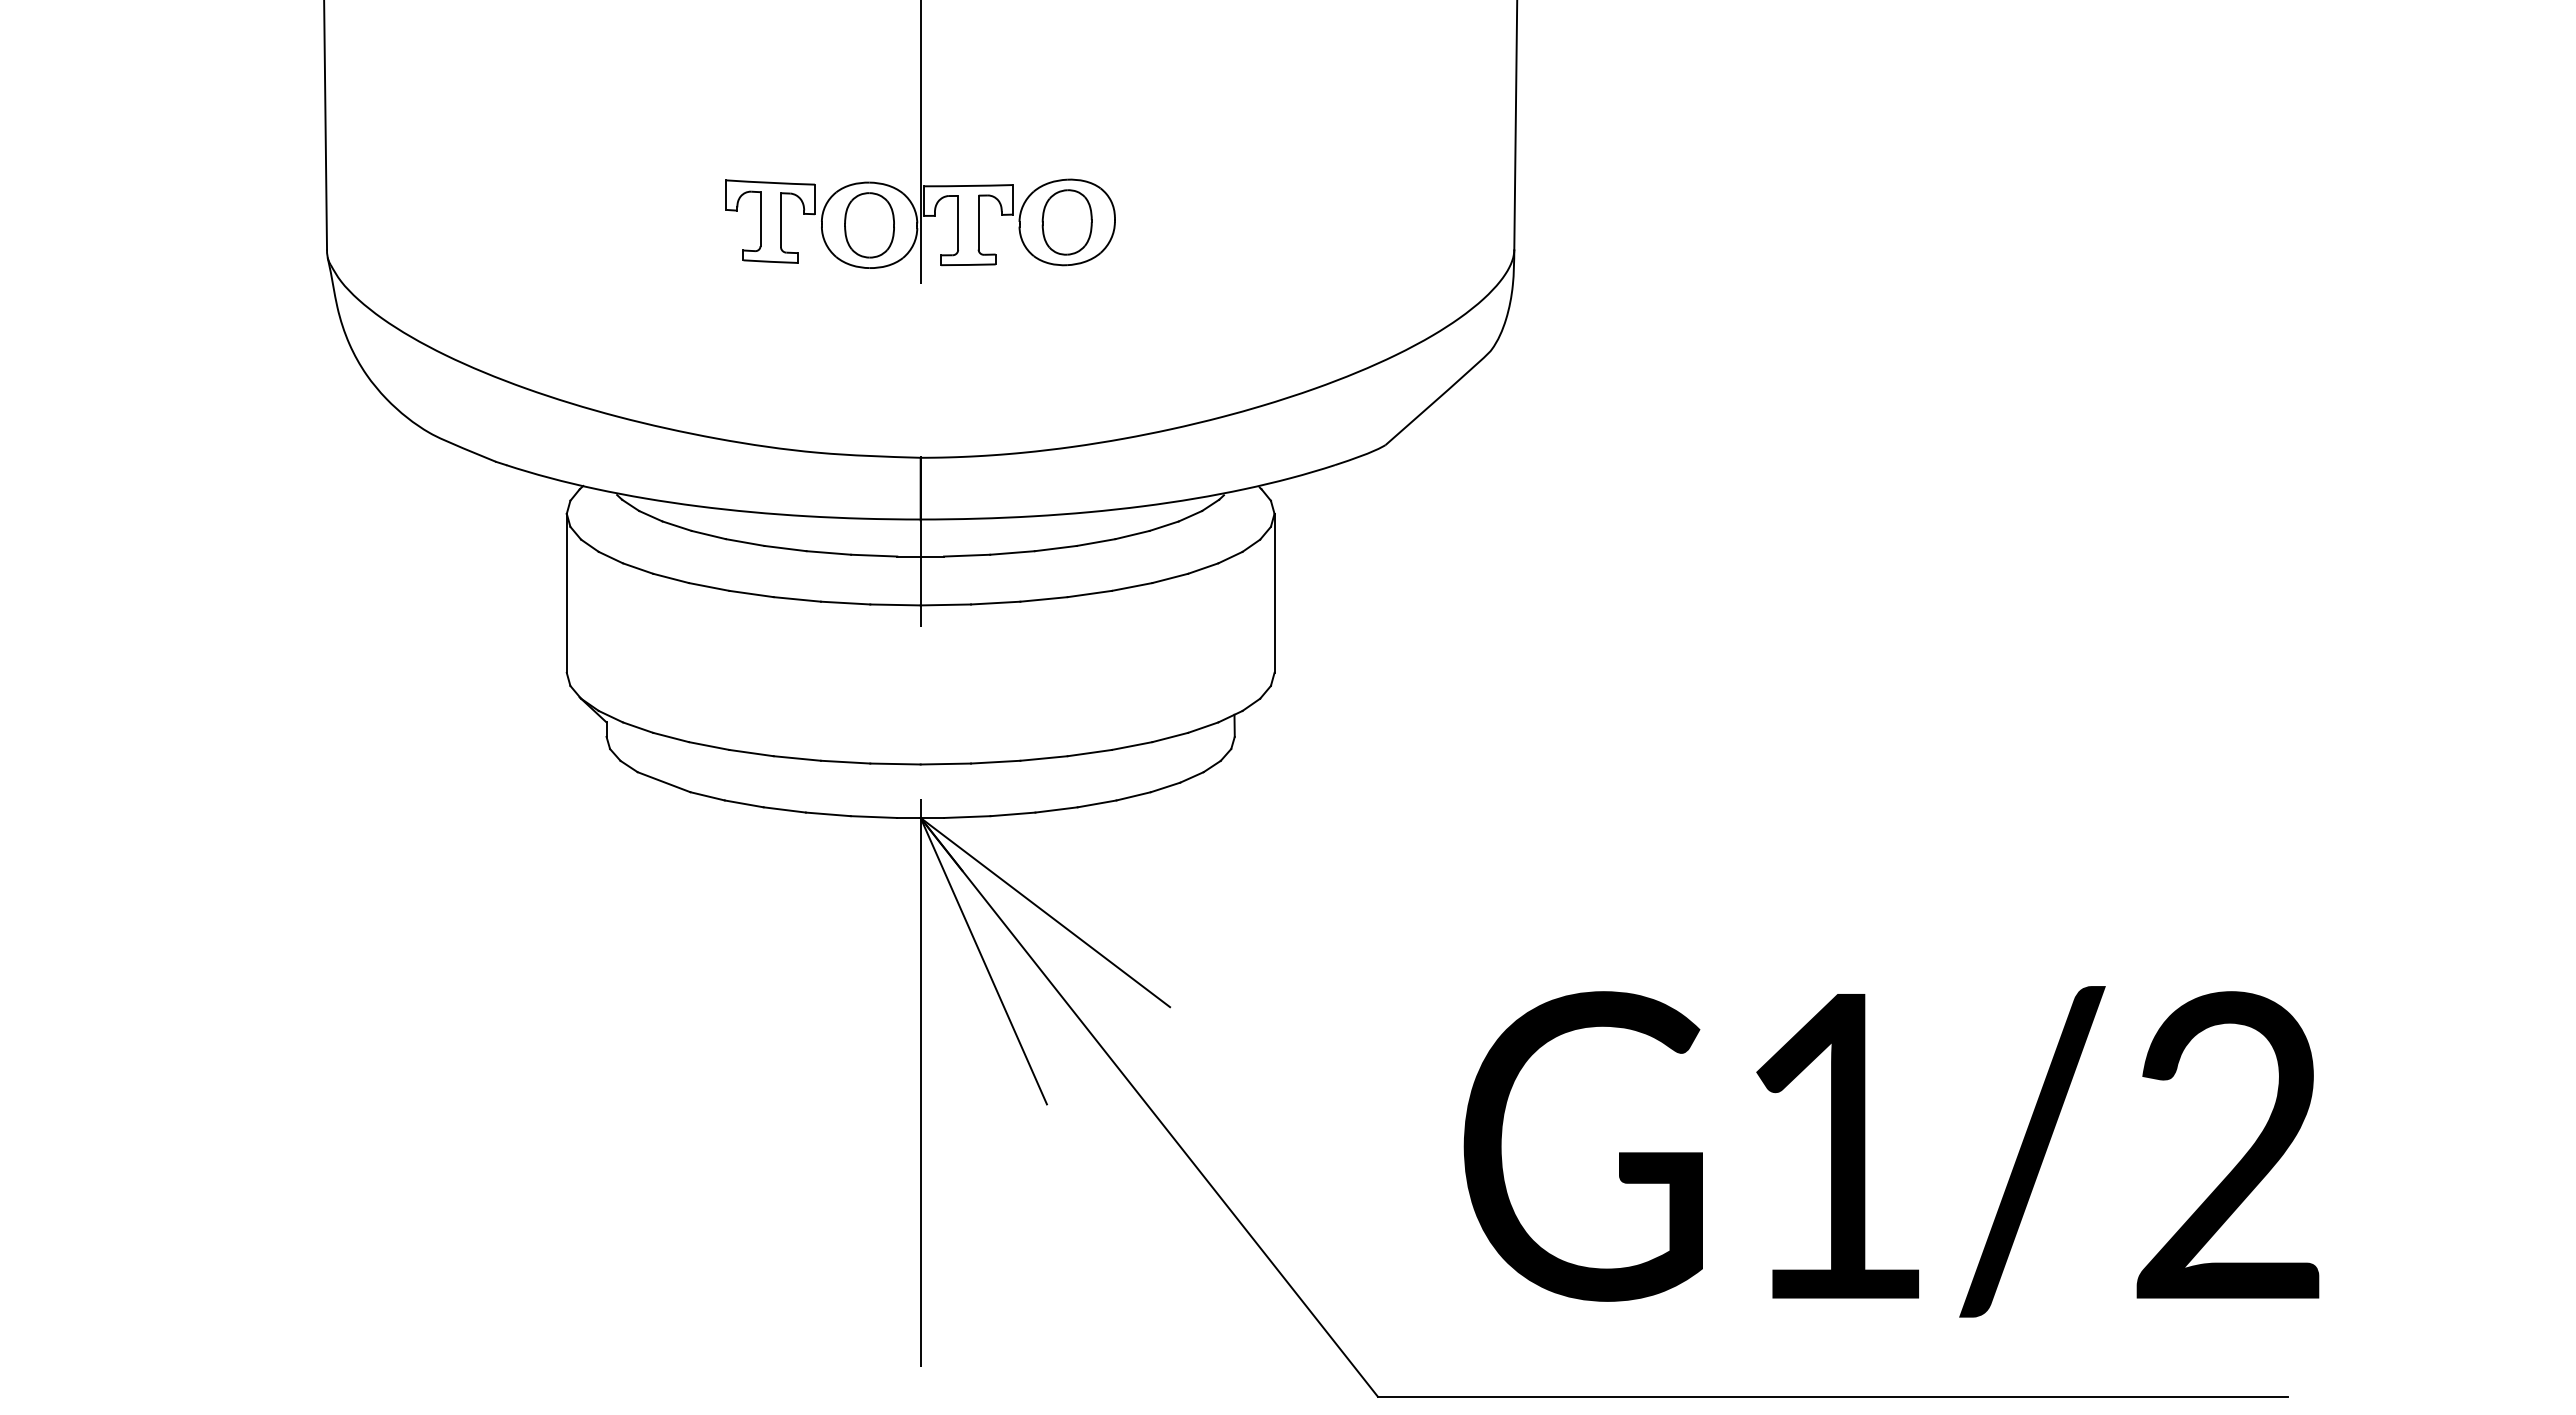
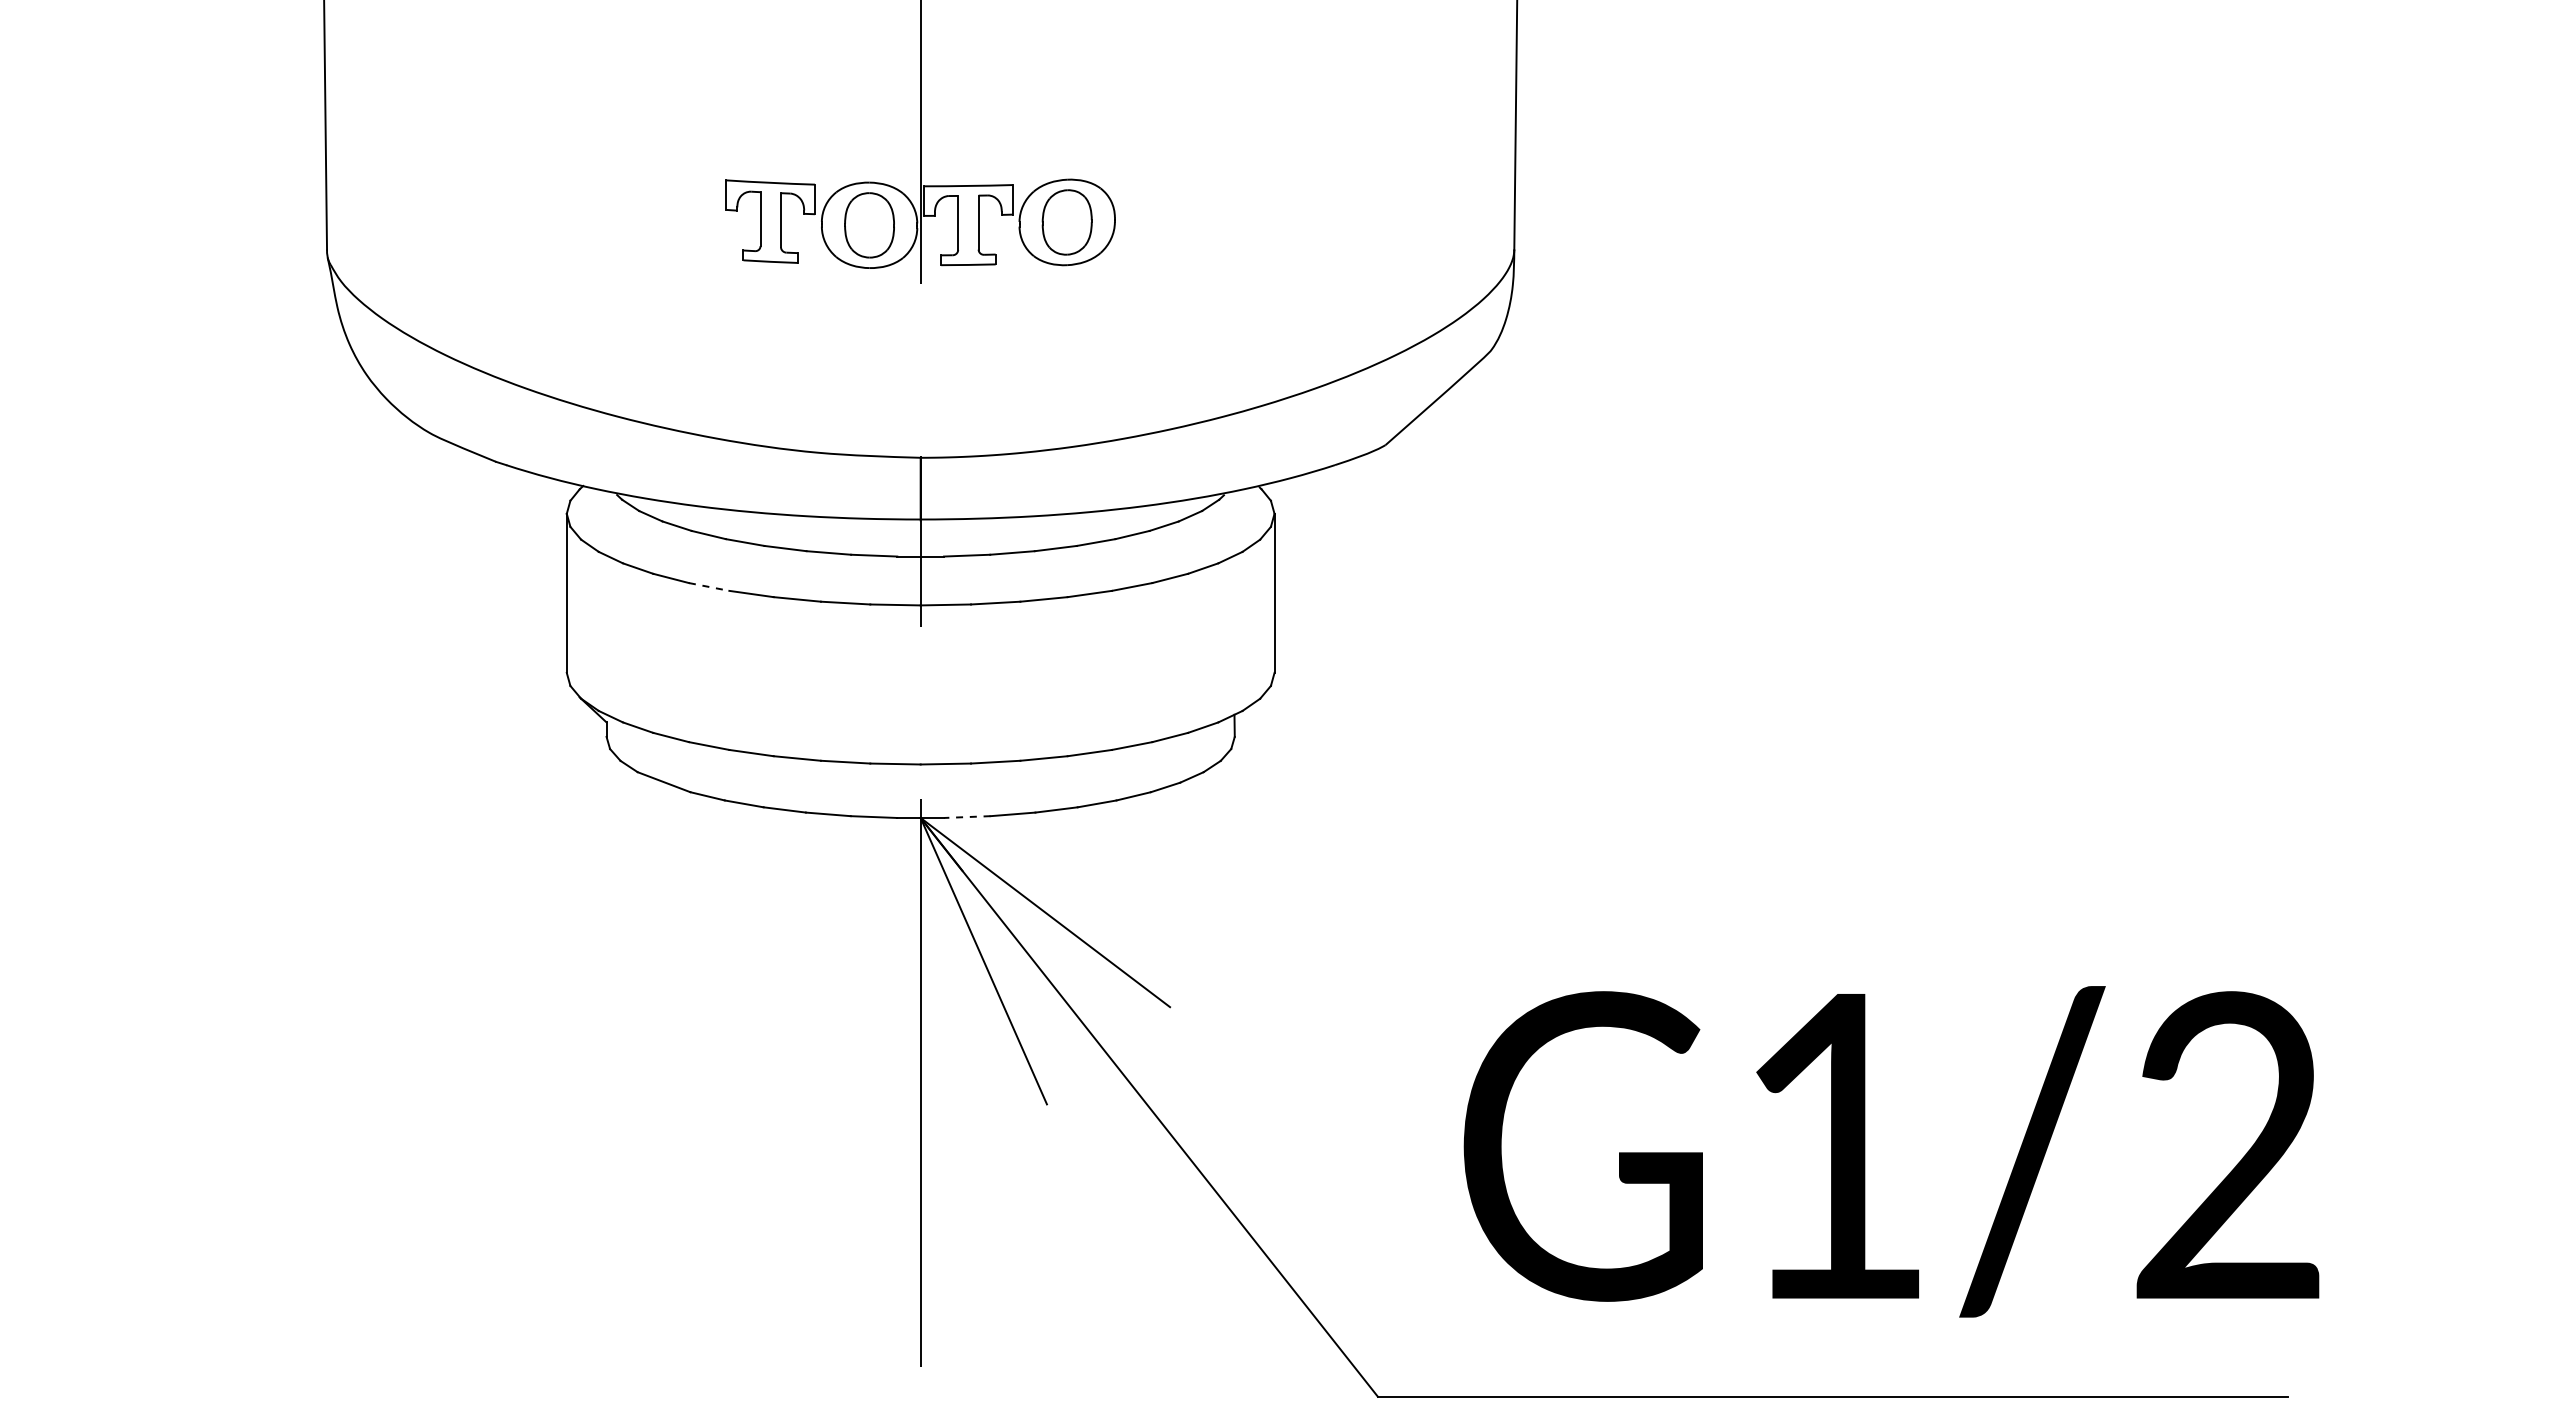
line at (709, 586): solid -> dashed
line at (966, 817): solid -> dashed
